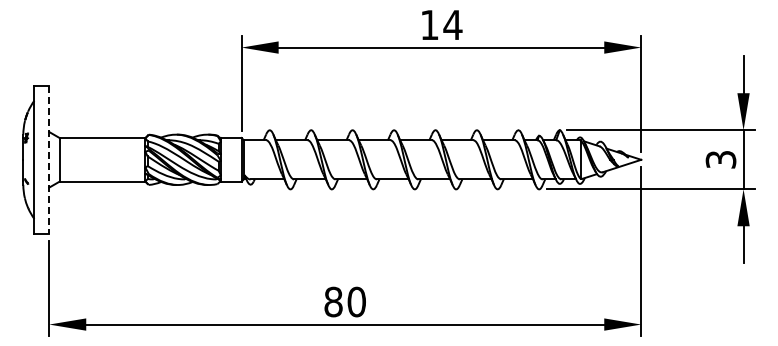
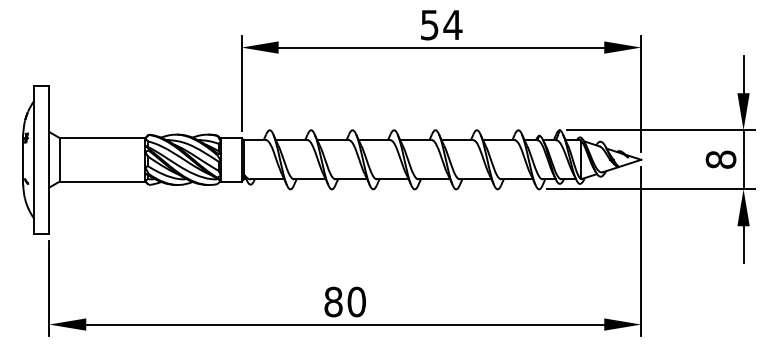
text at (429, 25): 14 -> 54
text at (720, 159): 3 -> 8
line at (49, 160): dashed -> solid
